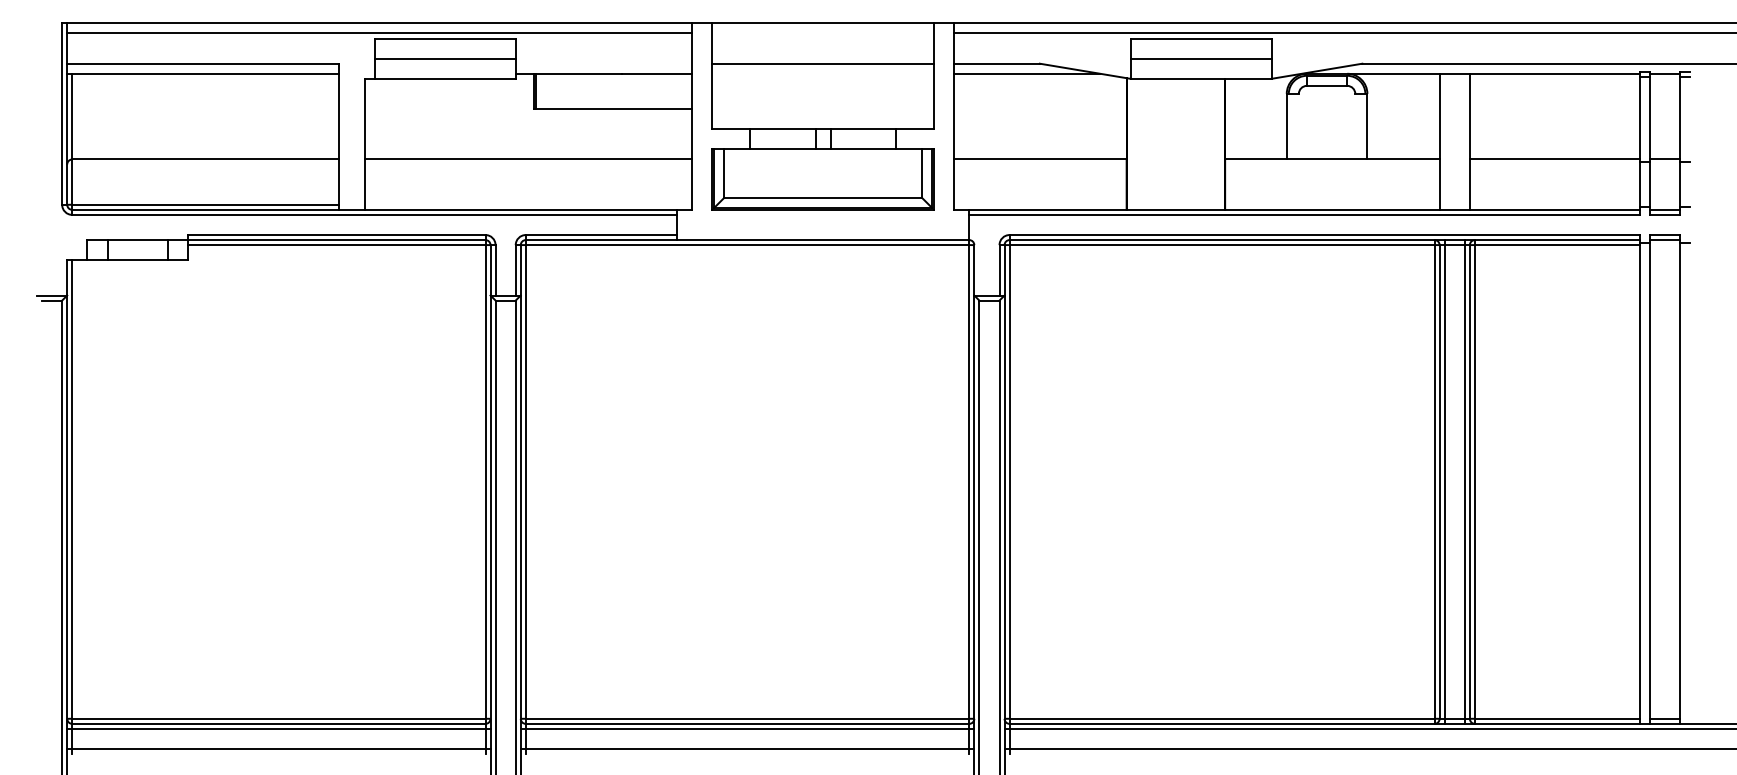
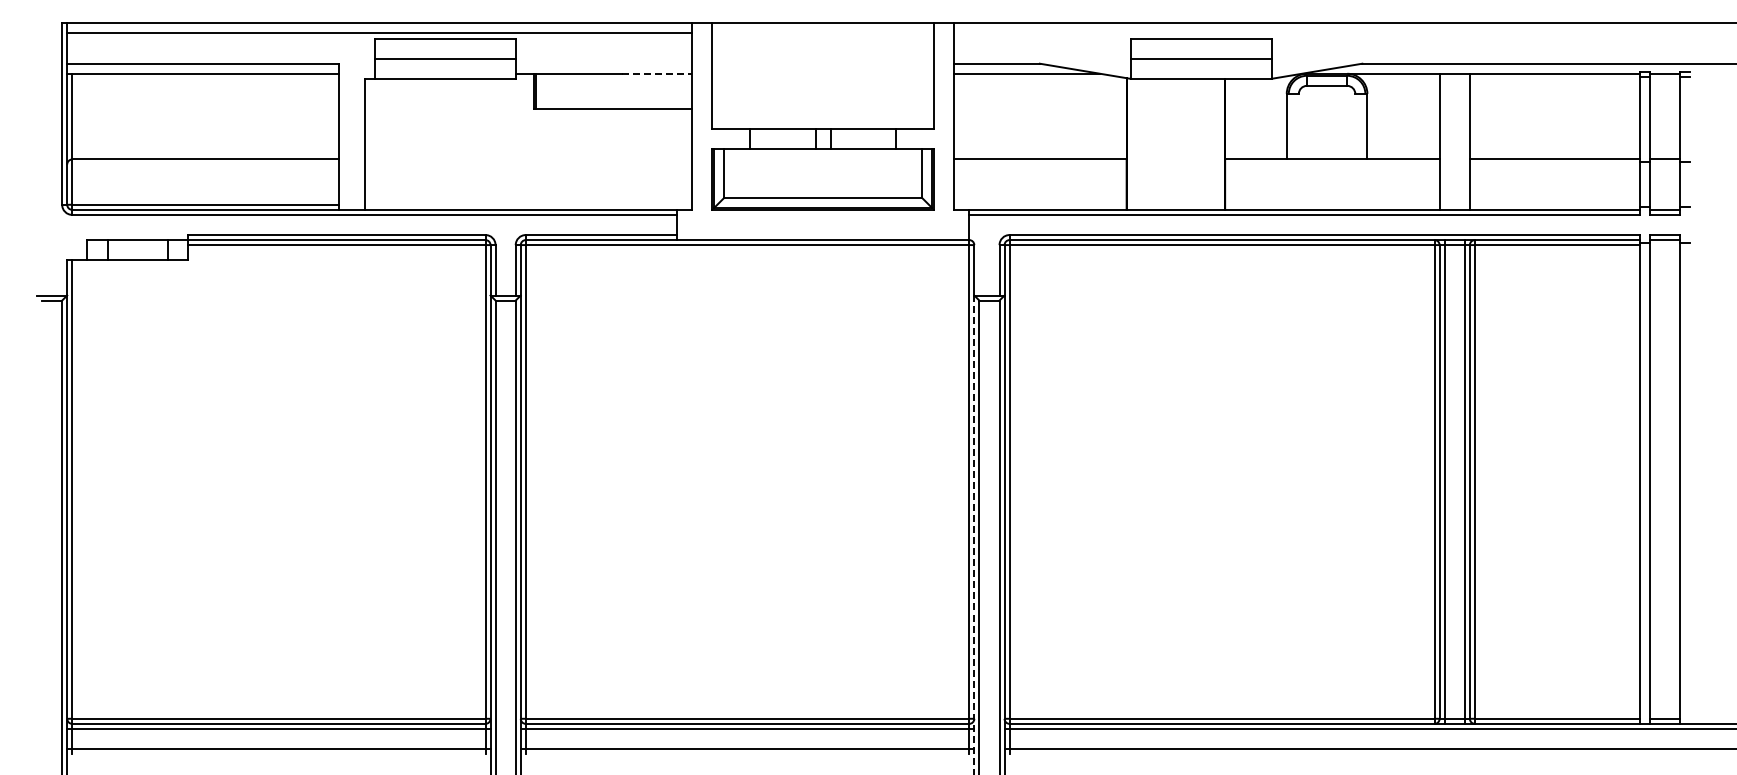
line at (1343, 33): present -> none
line at (823, 63): present -> none
line at (657, 73): solid -> dashed
line at (528, 159): present -> none
line at (974, 534): solid -> dashed
